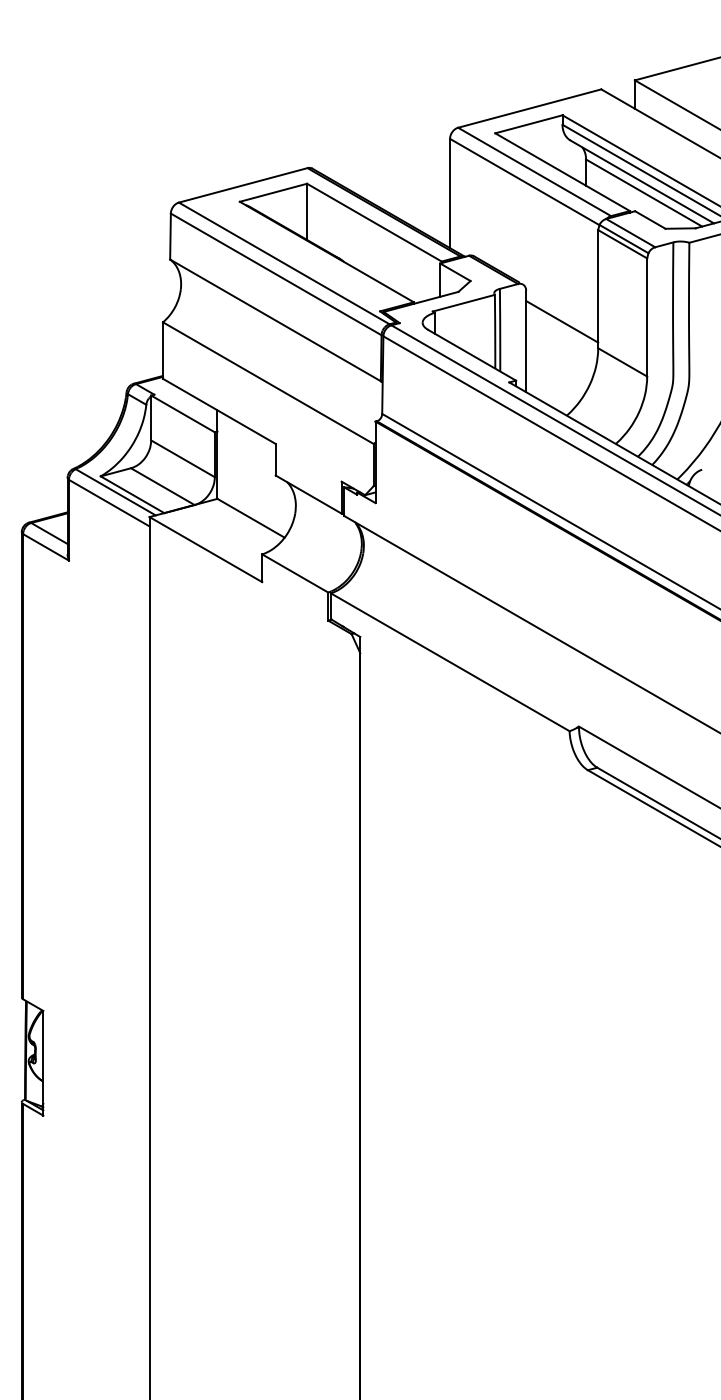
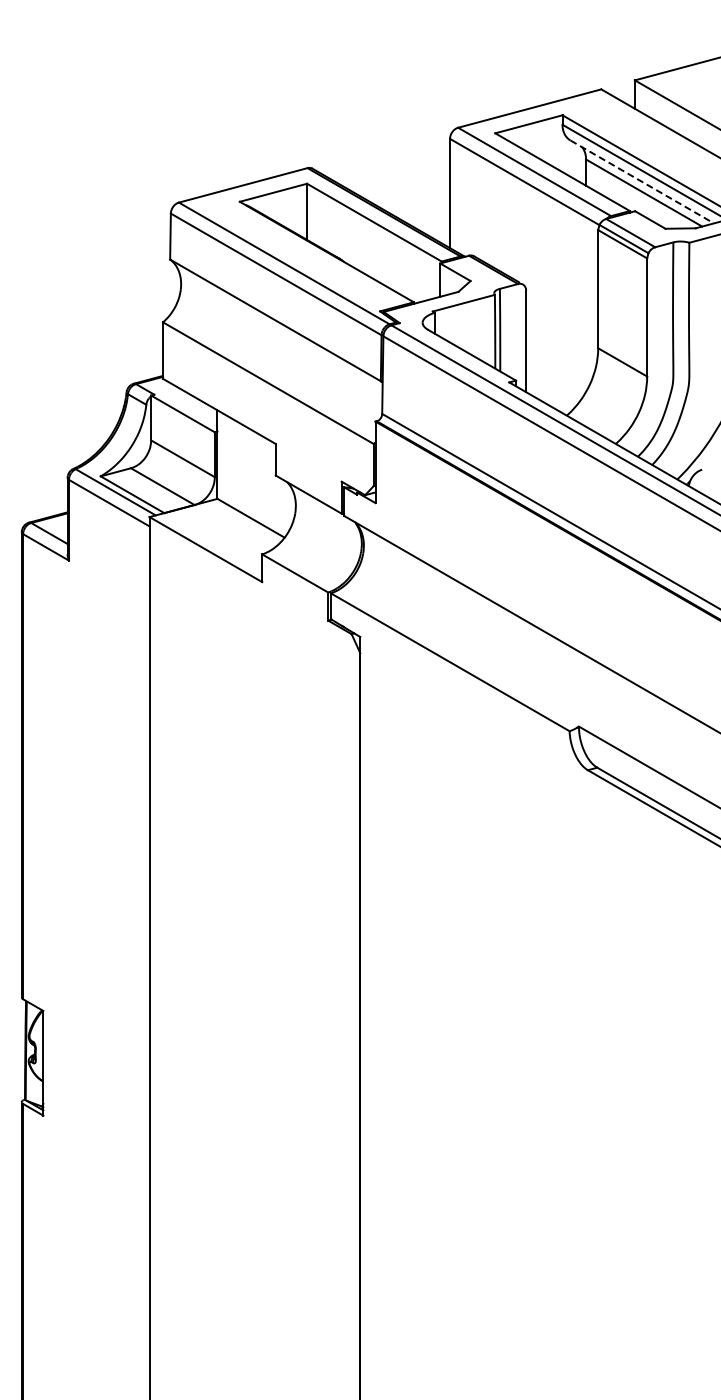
line at (642, 181): solid -> dashed
line at (562, 321): present -> none
